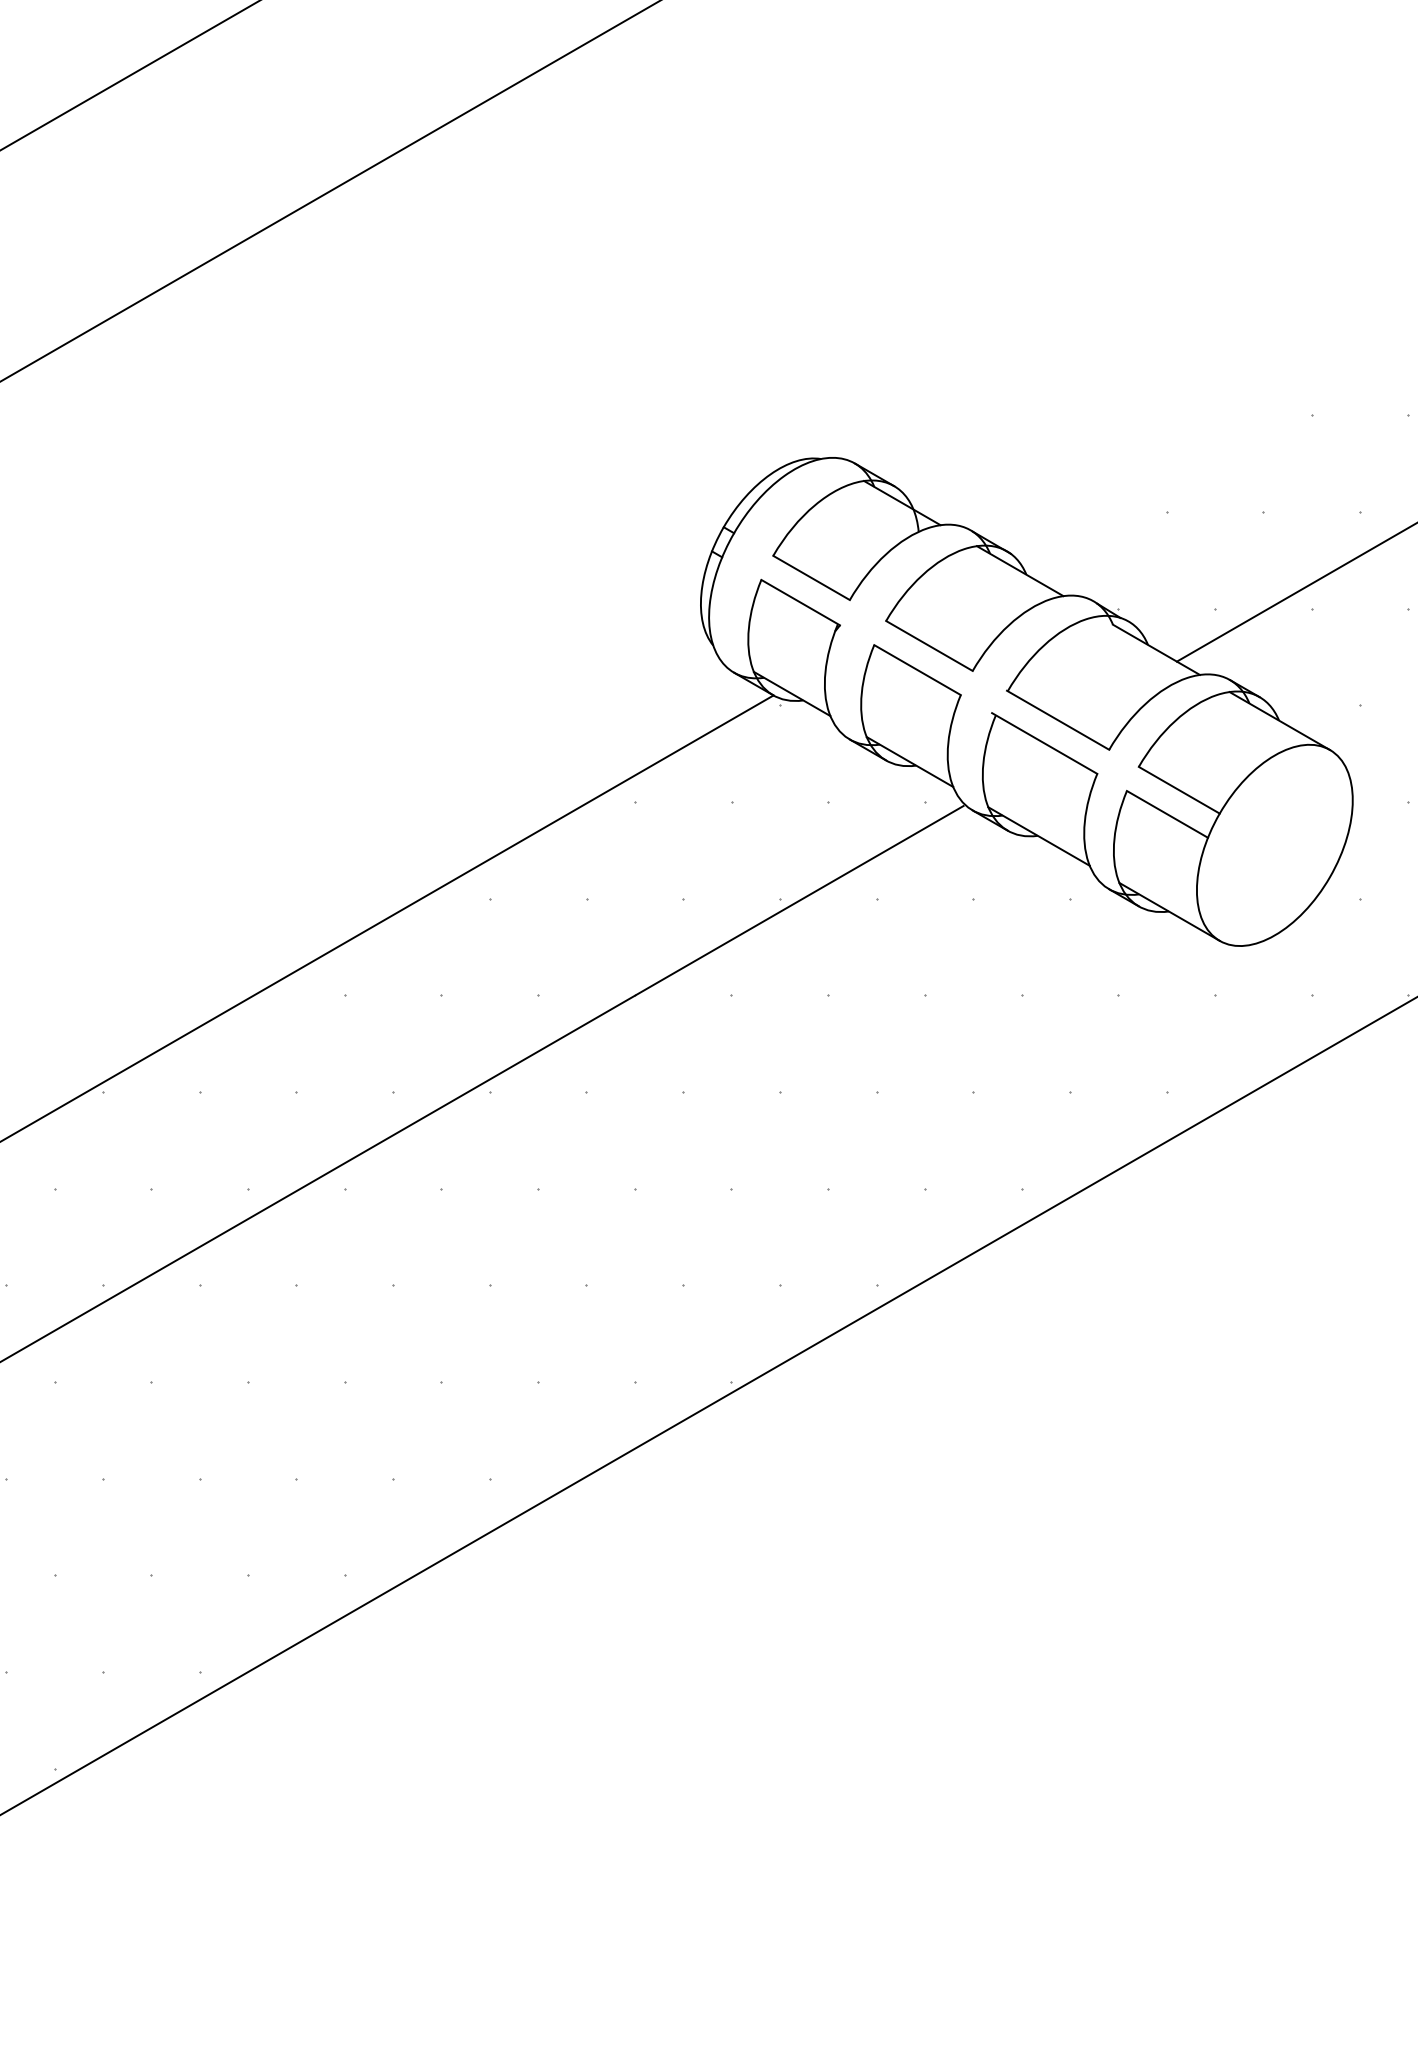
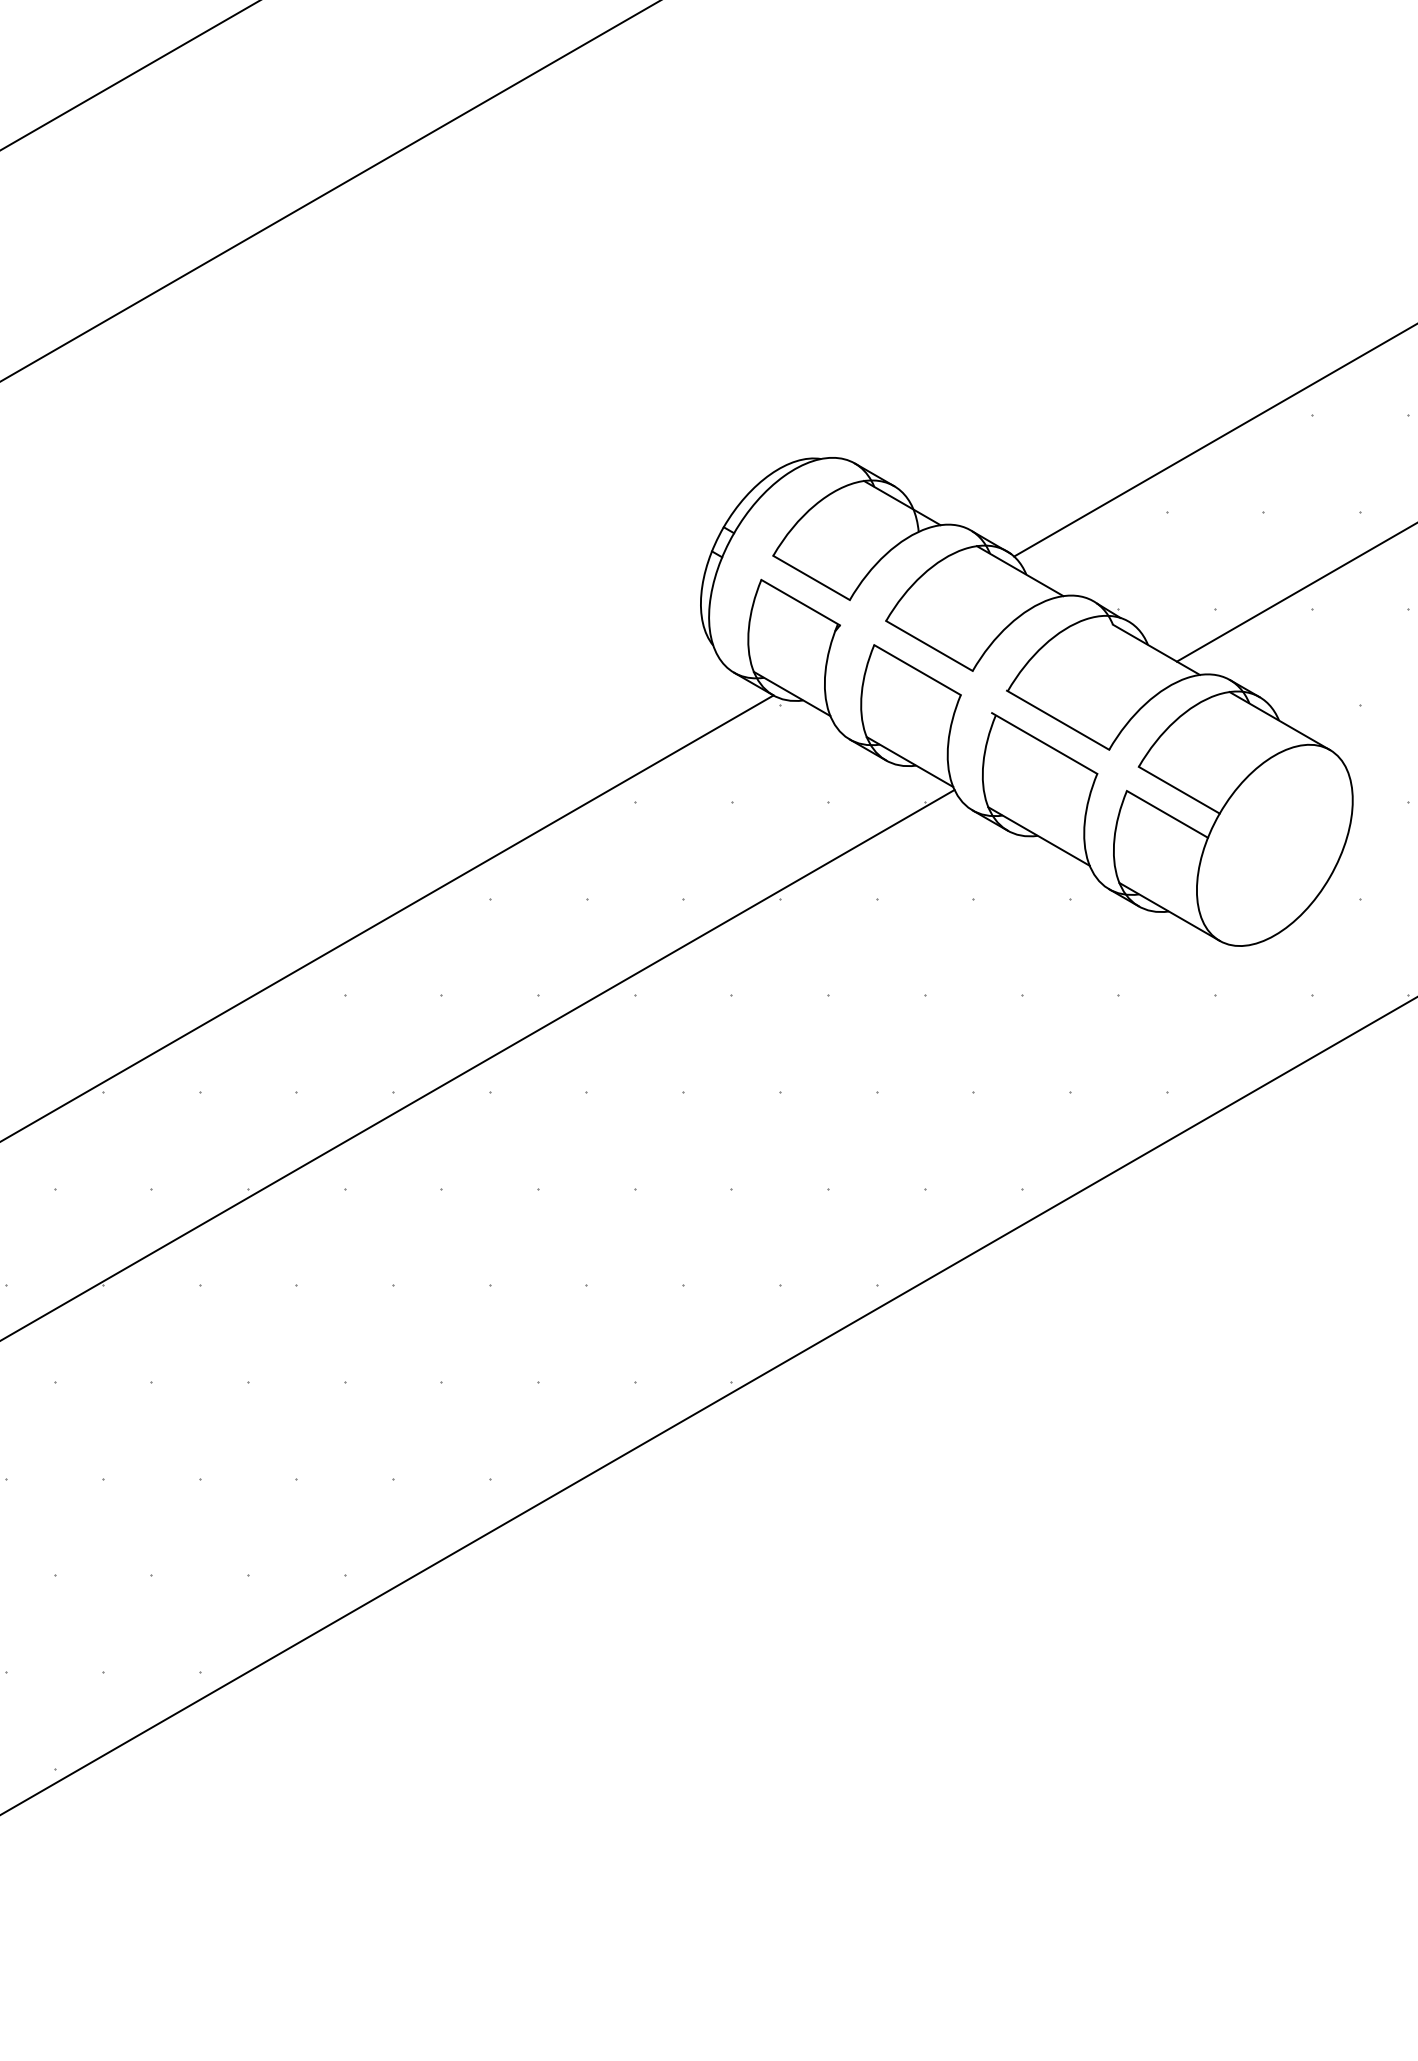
line at (1214, 440): none -> present
line at (482, 1082) position: (482, 1082) -> (478, 1064)
